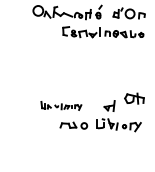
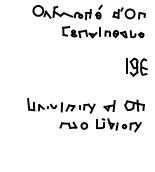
part at (136, 66): none -> present
part at (134, 98) position: (134, 98) -> (134, 105)
part at (61, 105) size: 43x10 px -> 69x16 px
